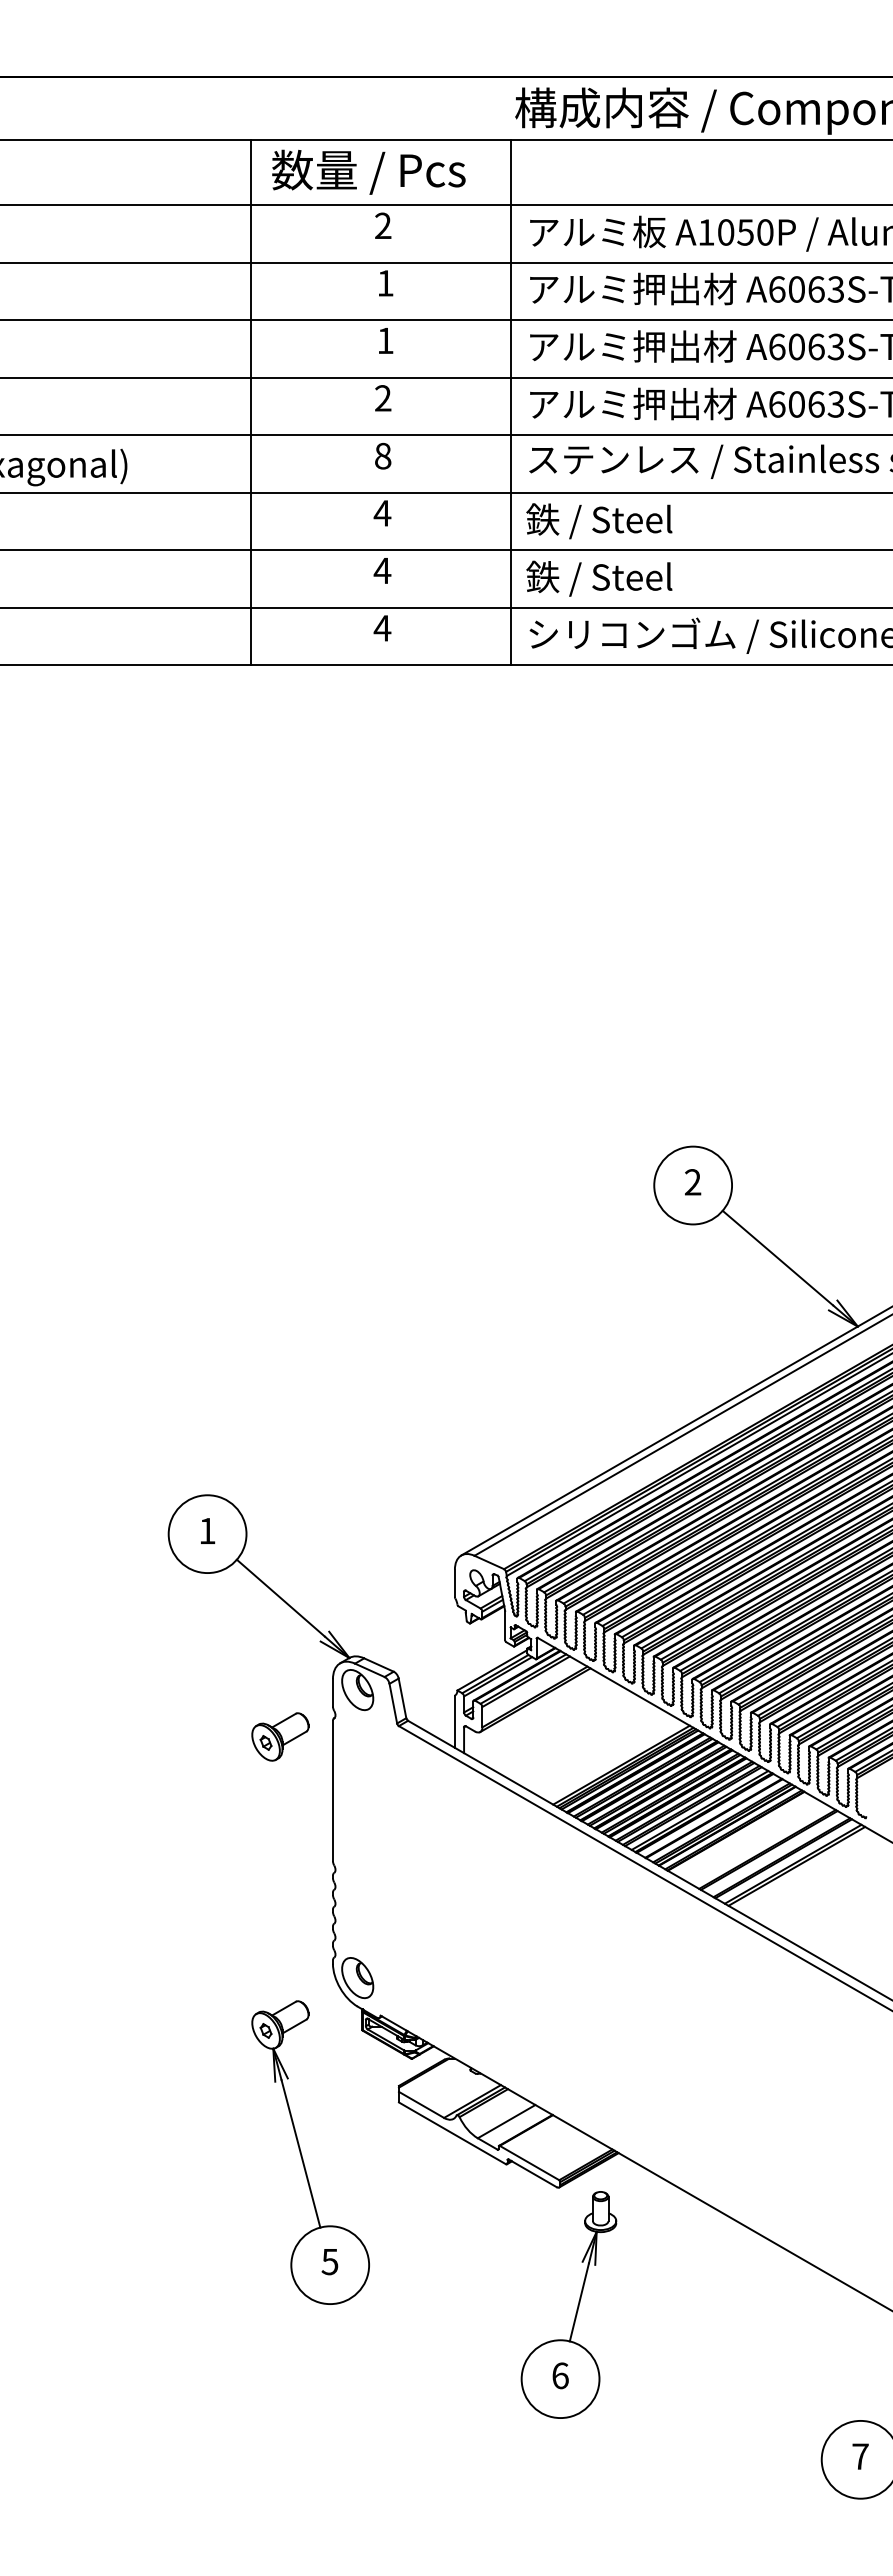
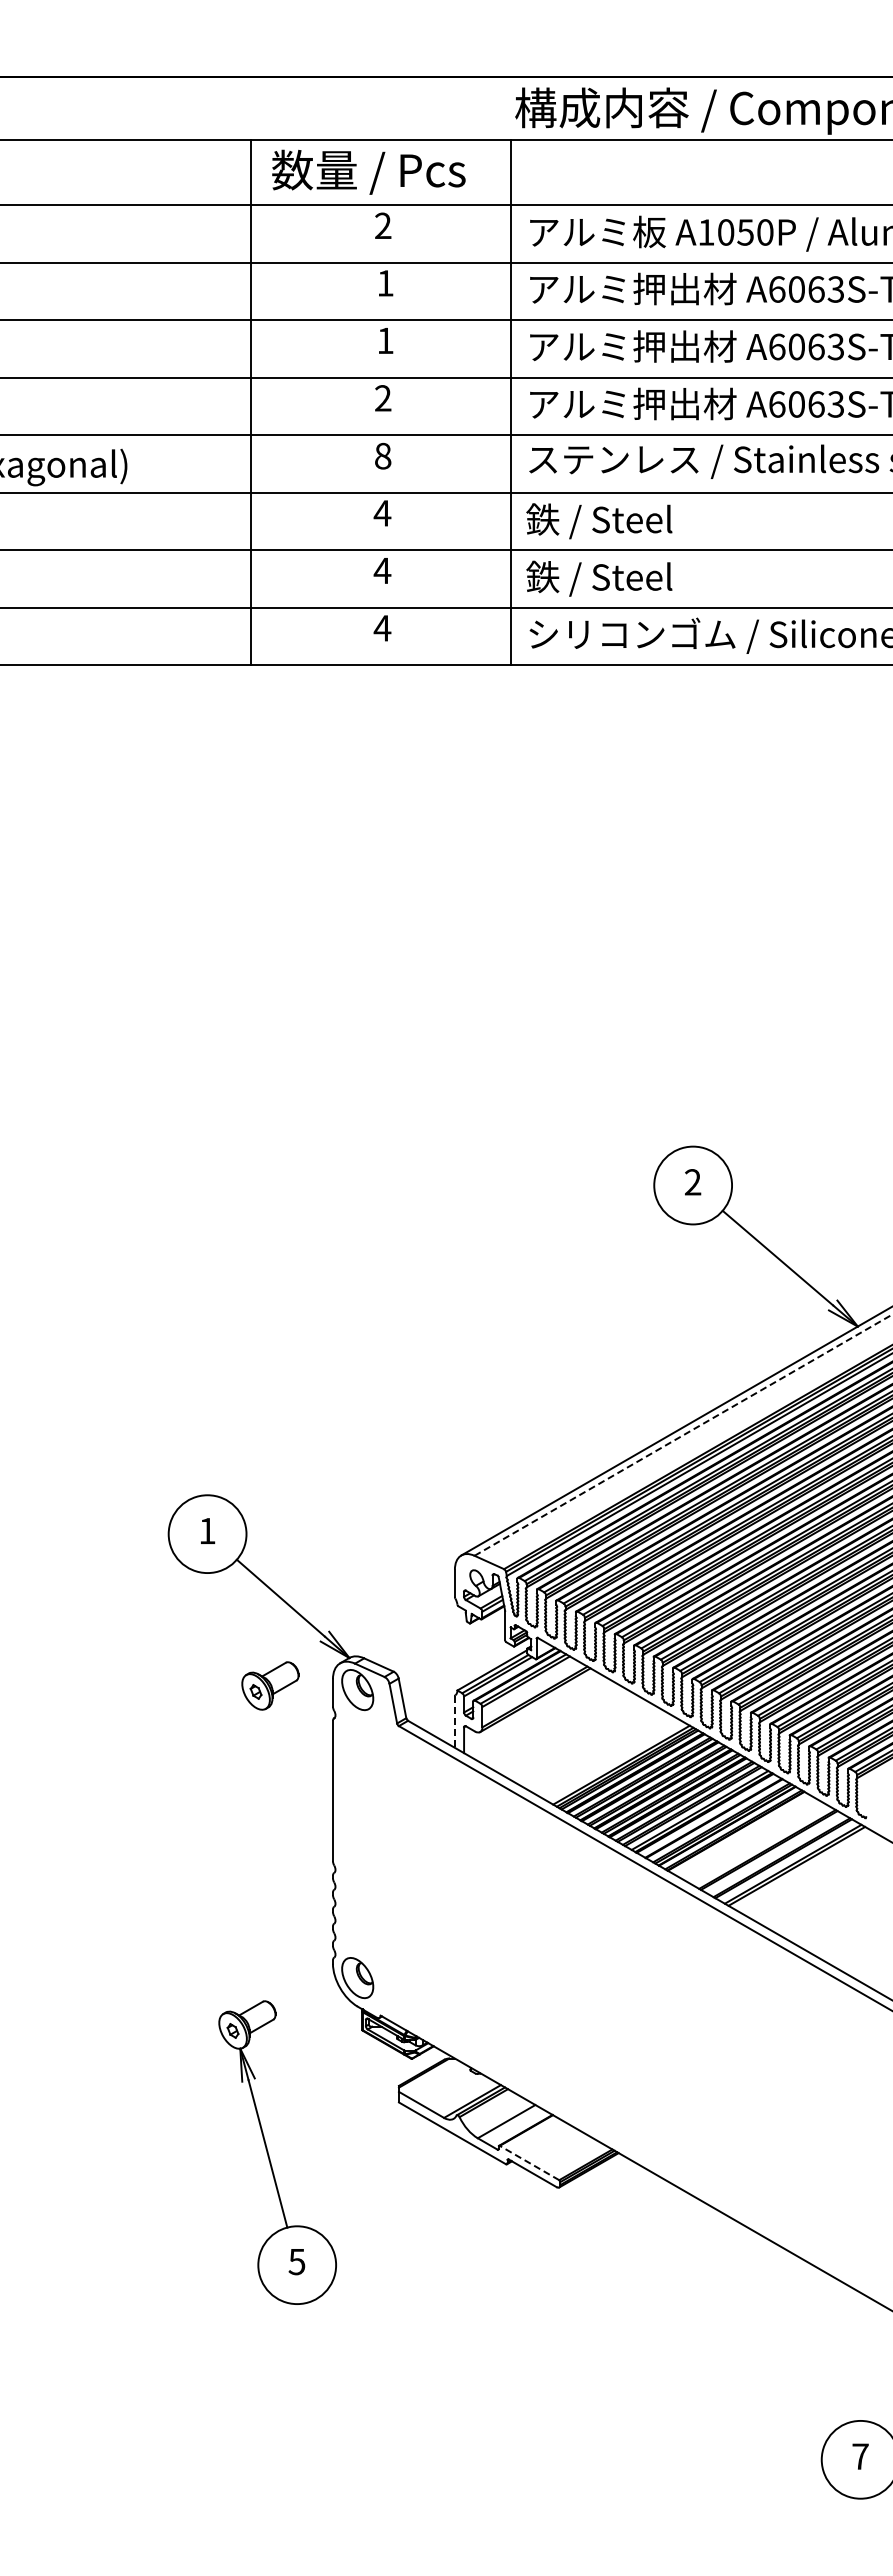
line at (684, 1434): solid -> dashed
line at (454, 1722): solid -> dashed
part at (280, 1736) position: (280, 1736) -> (270, 1685)
part at (302, 2154) position: (302, 2154) -> (269, 2154)
line at (529, 2162): solid -> dashed
part at (577, 2305): present -> none
